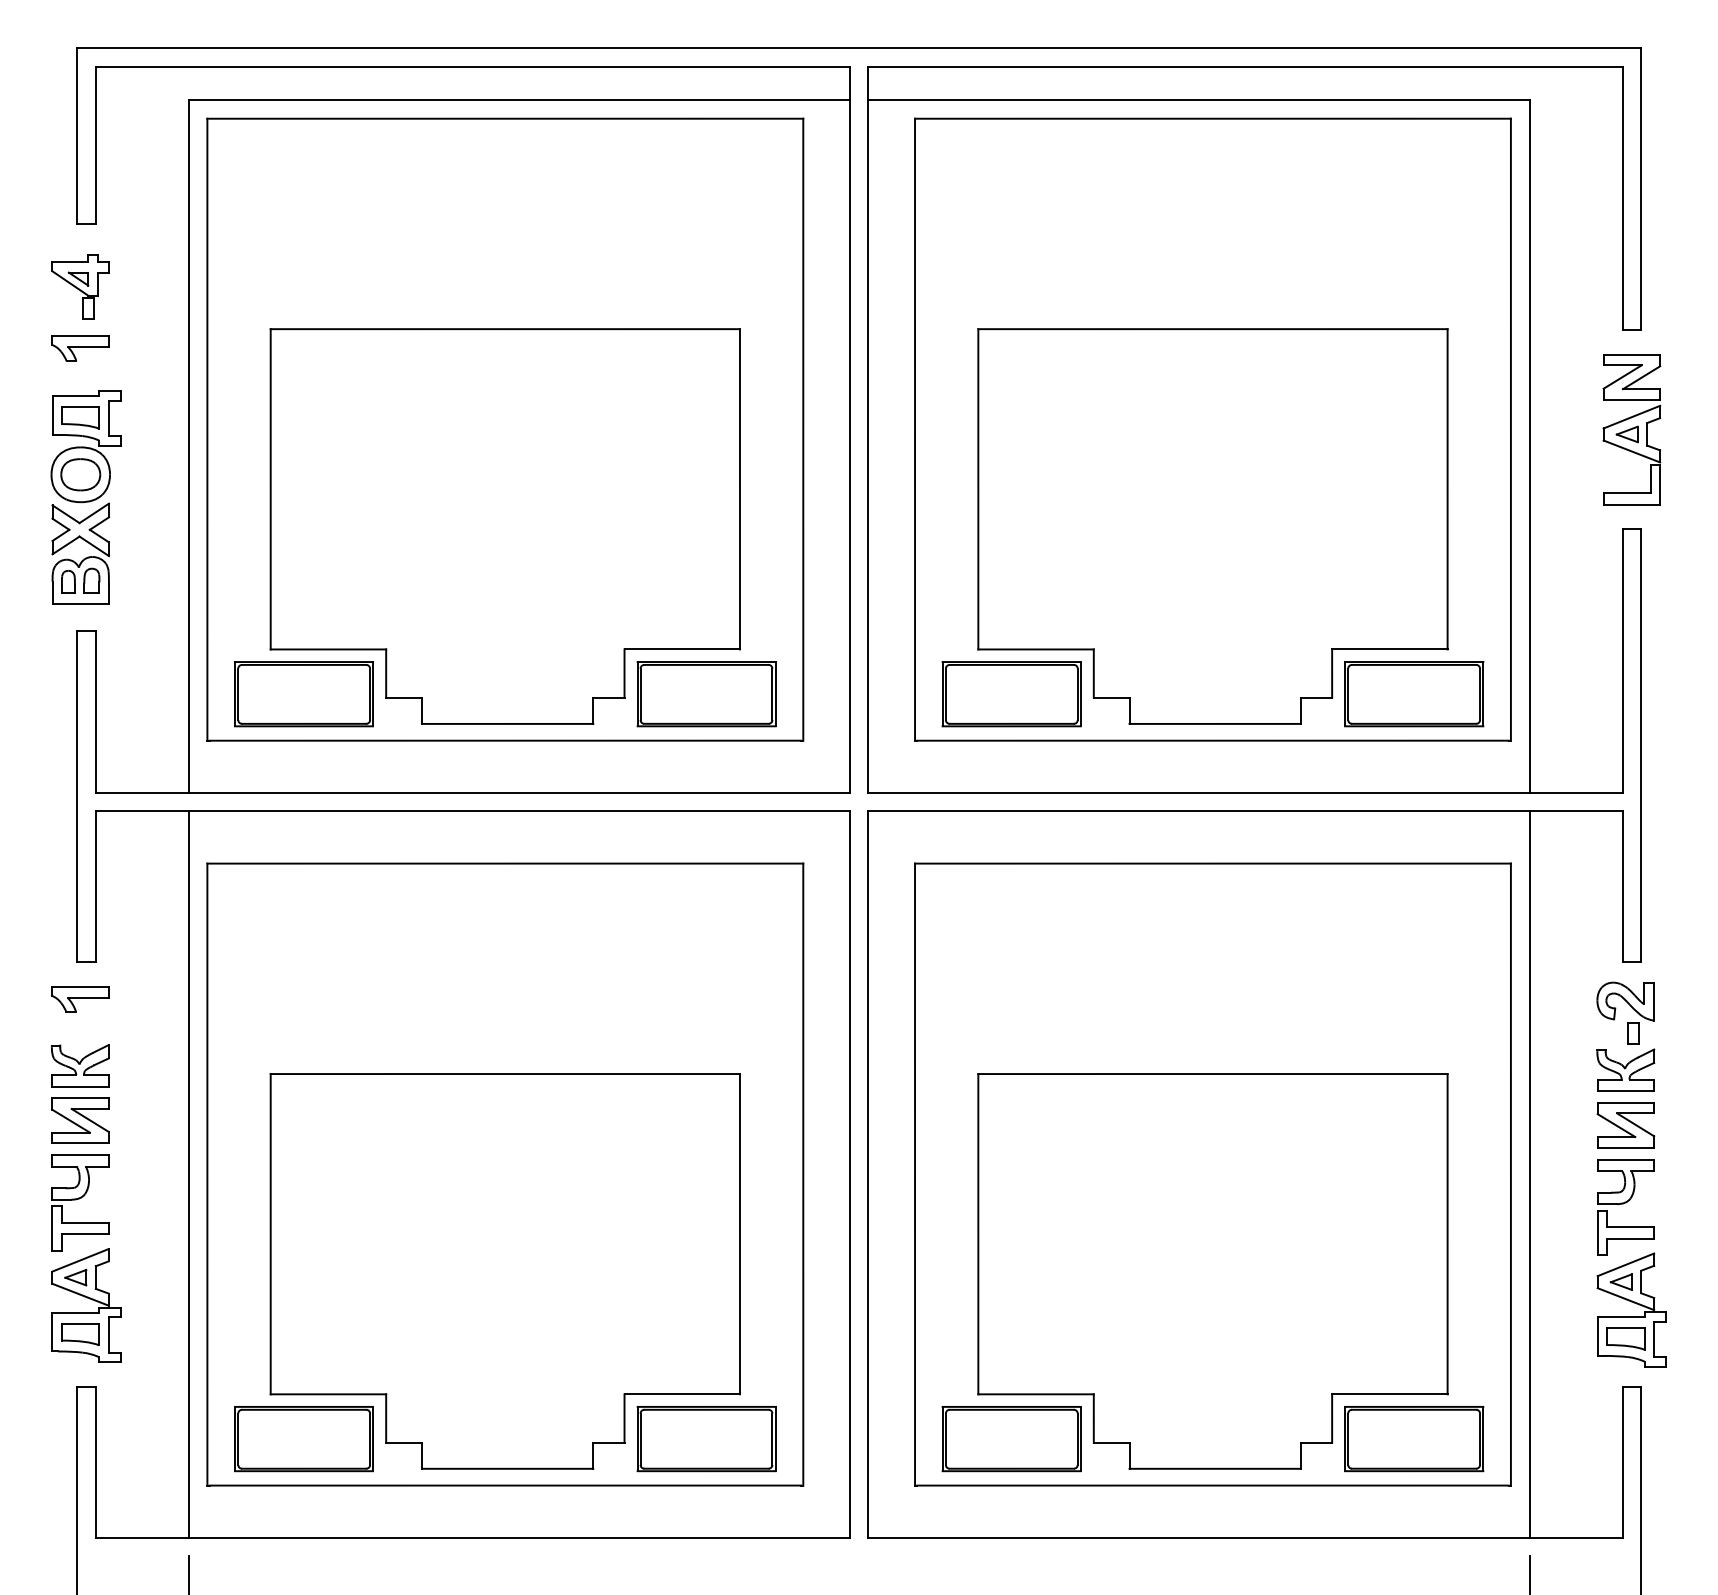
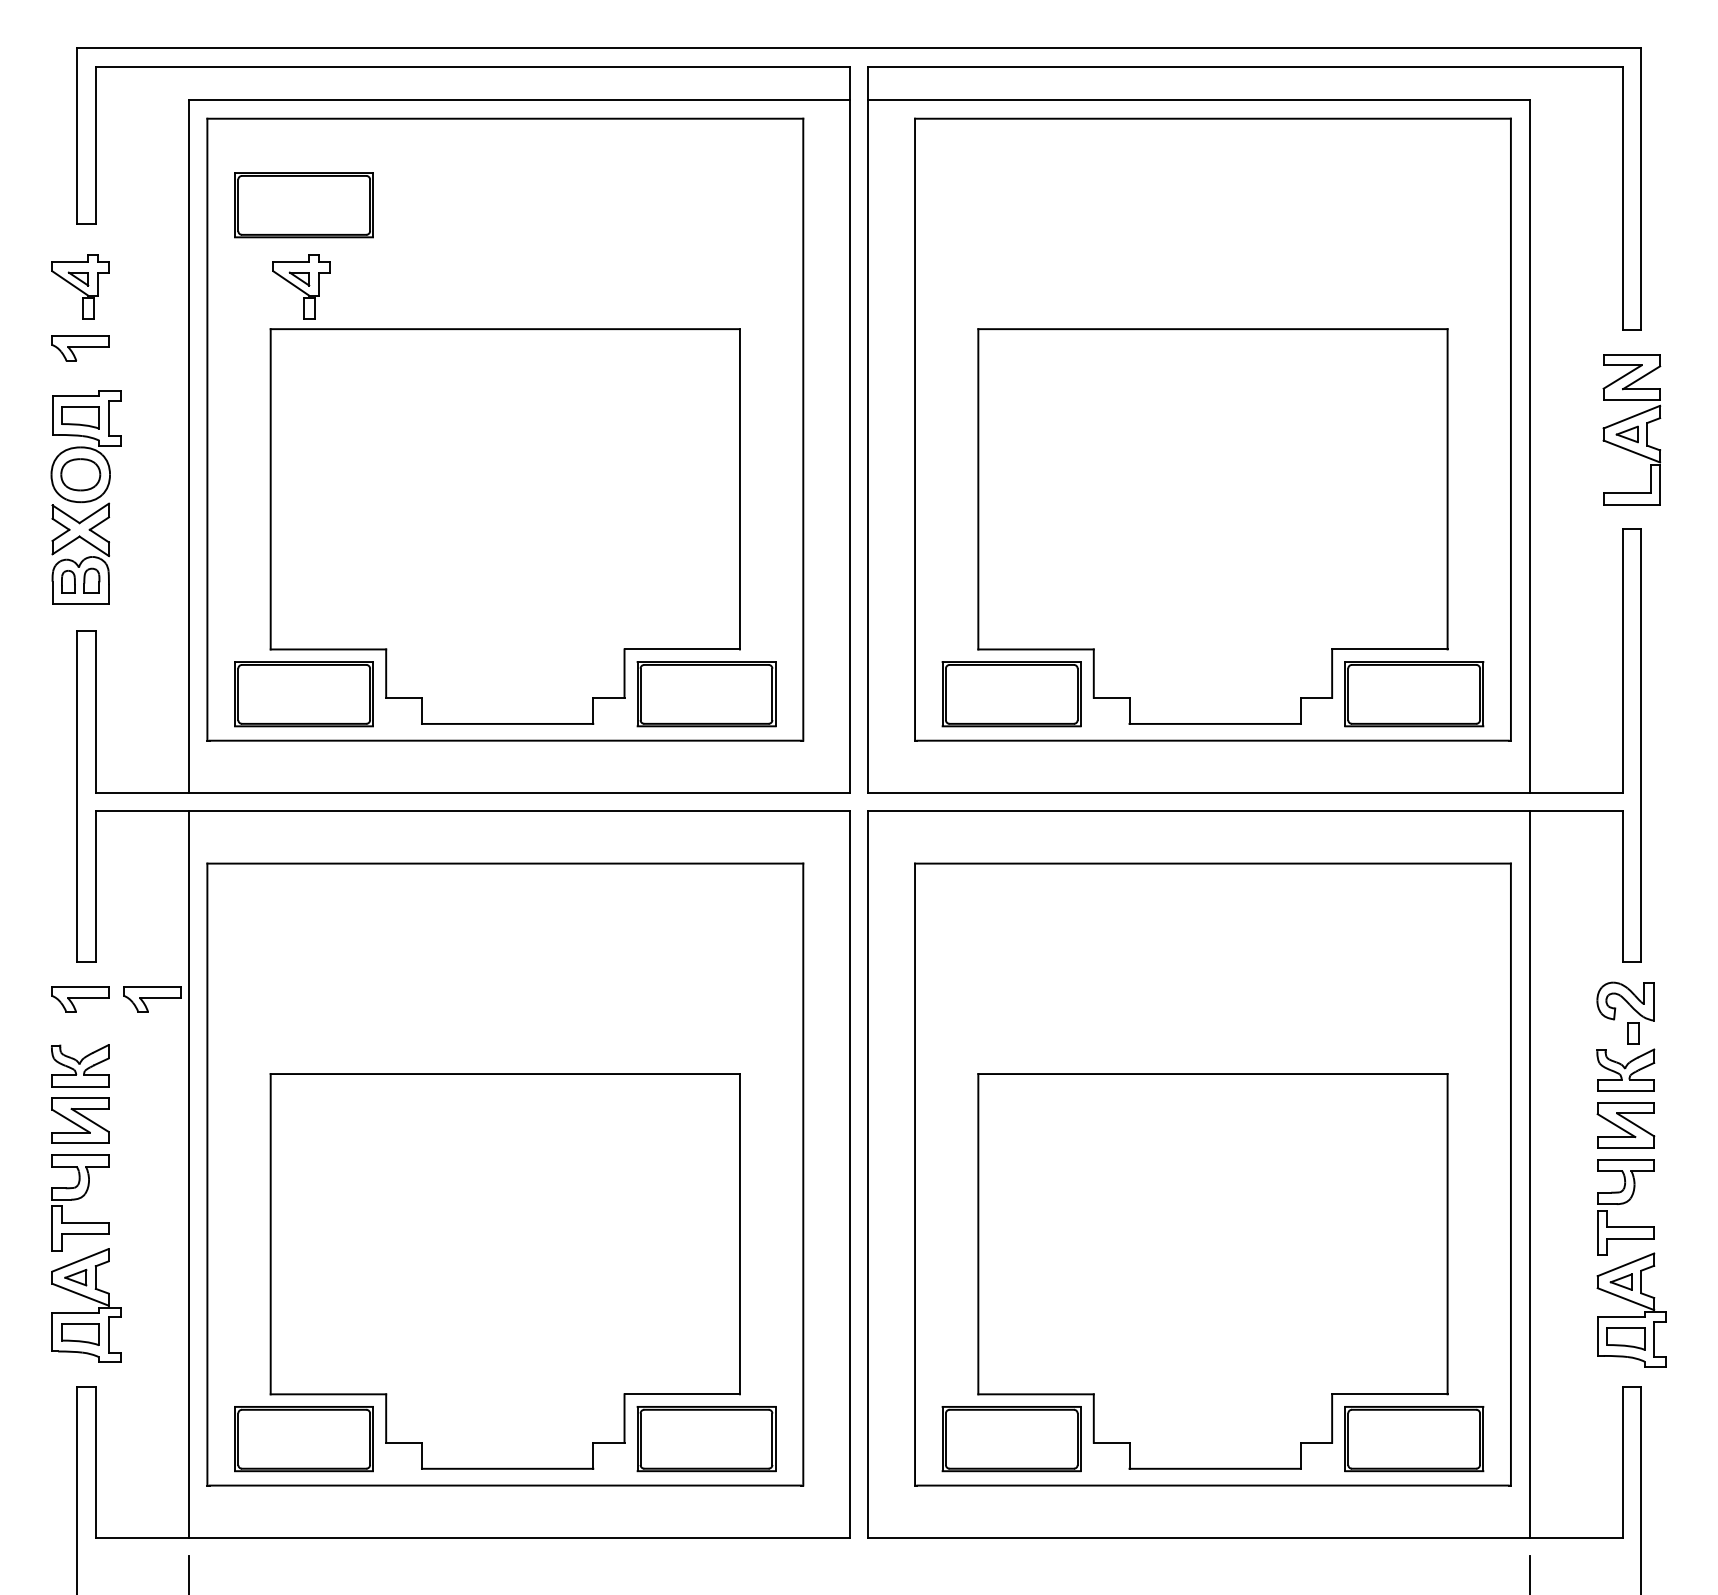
part at (303, 205): none -> present
part at (301, 286): none -> present
part at (152, 999): none -> present
